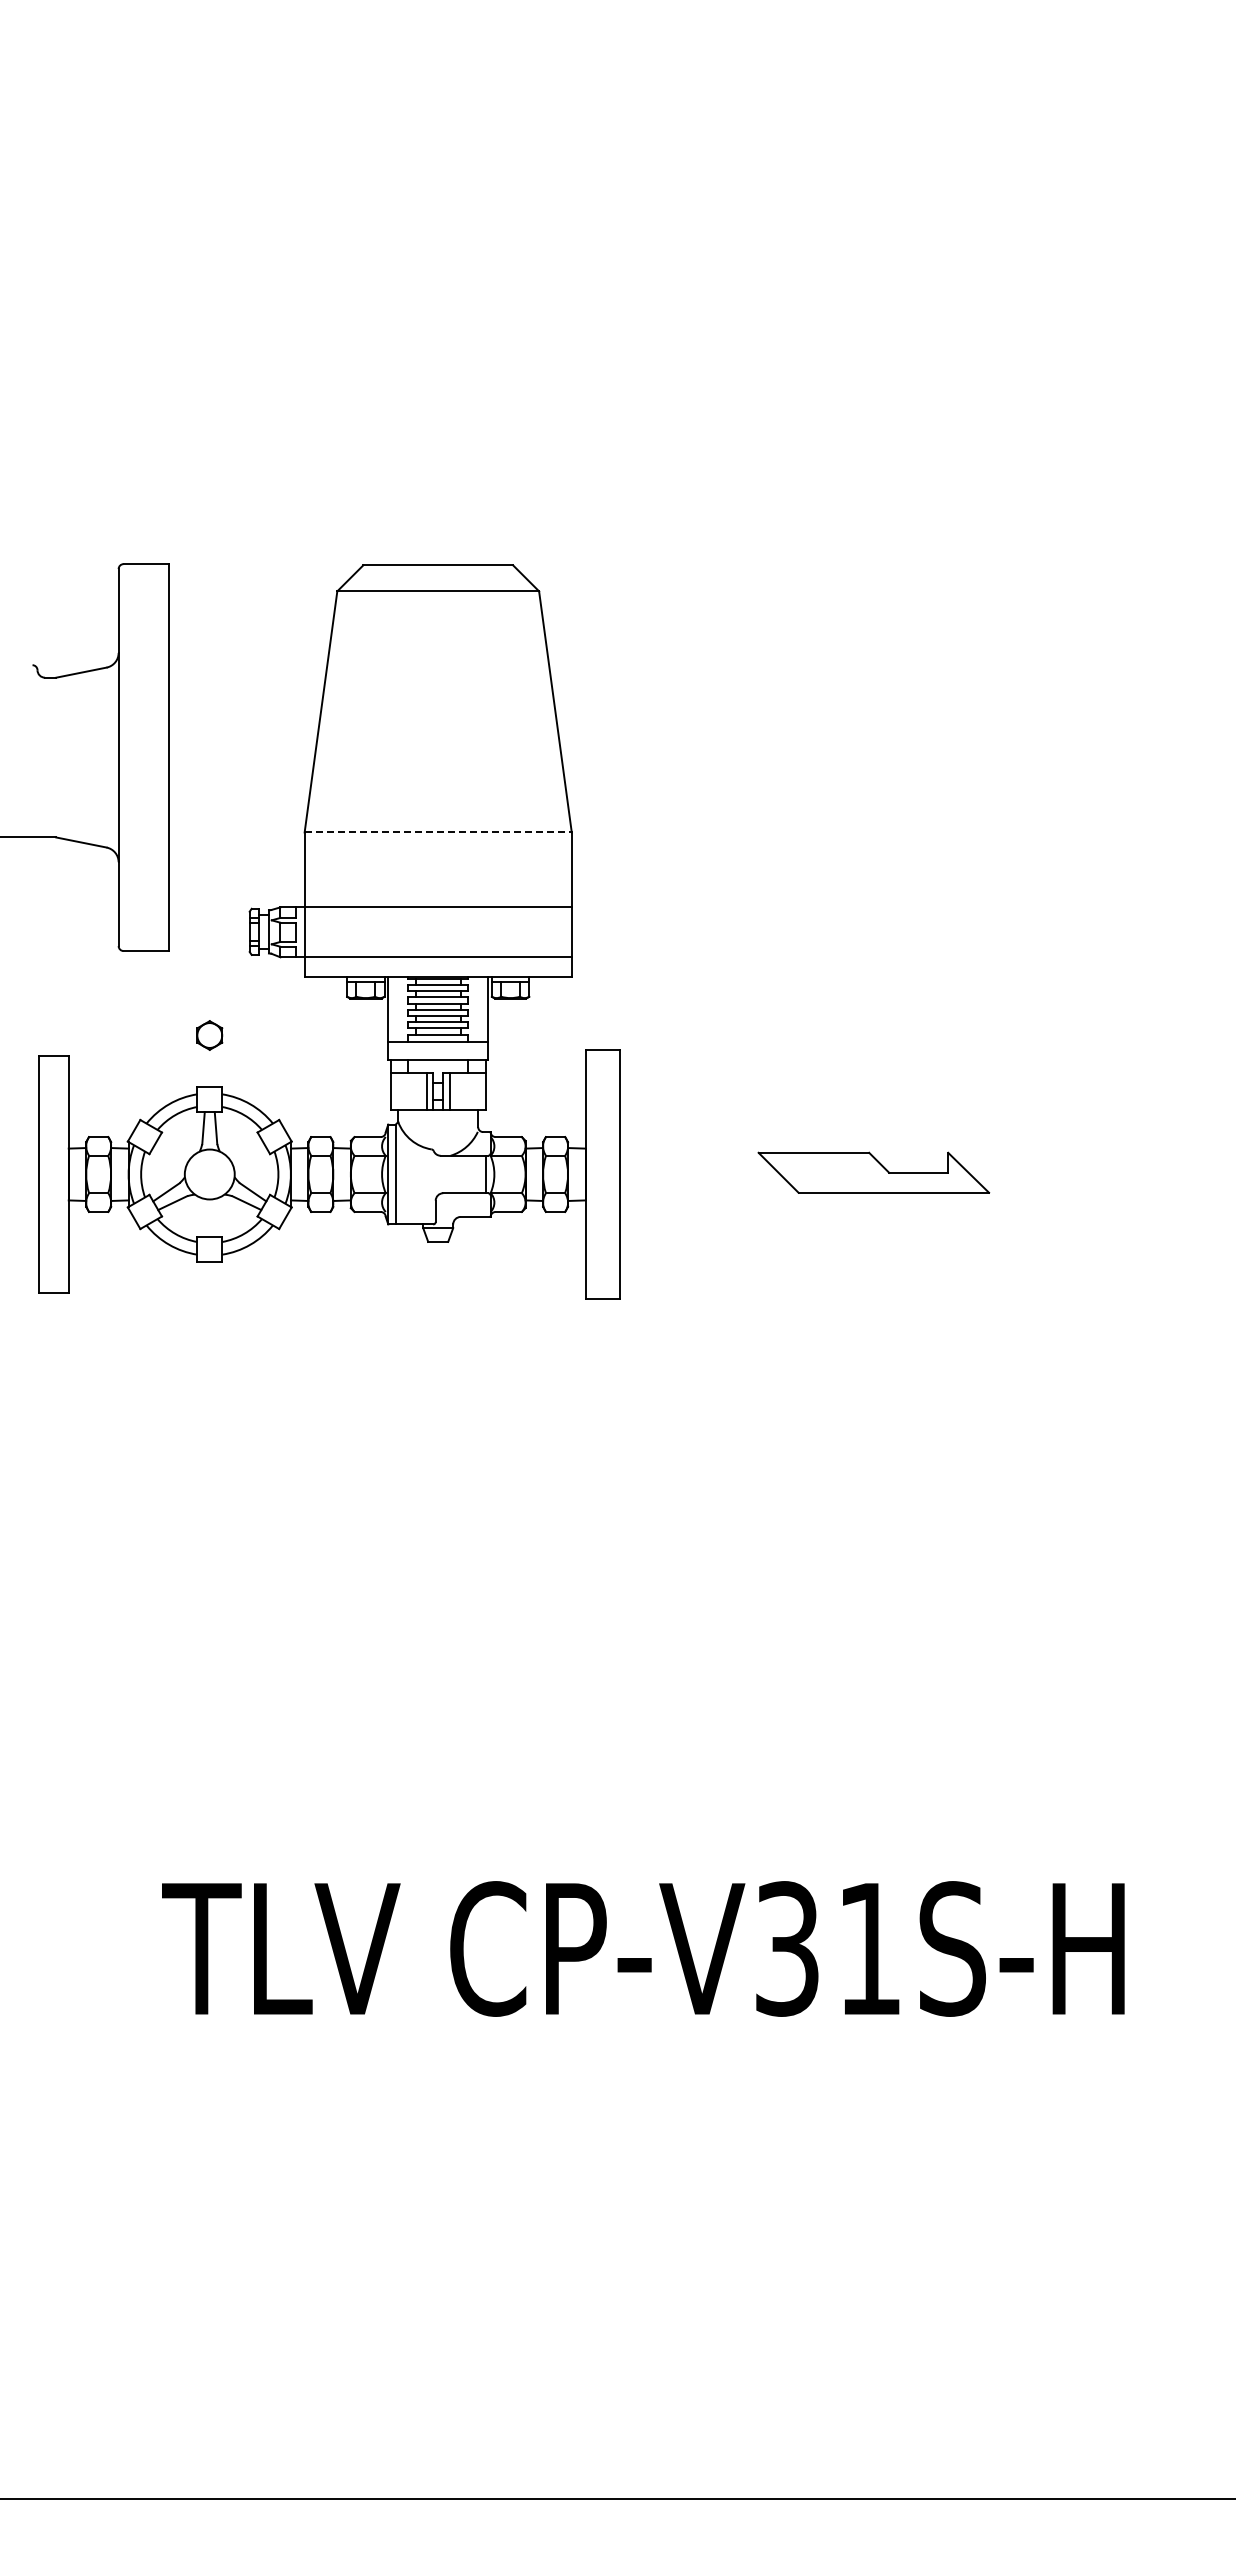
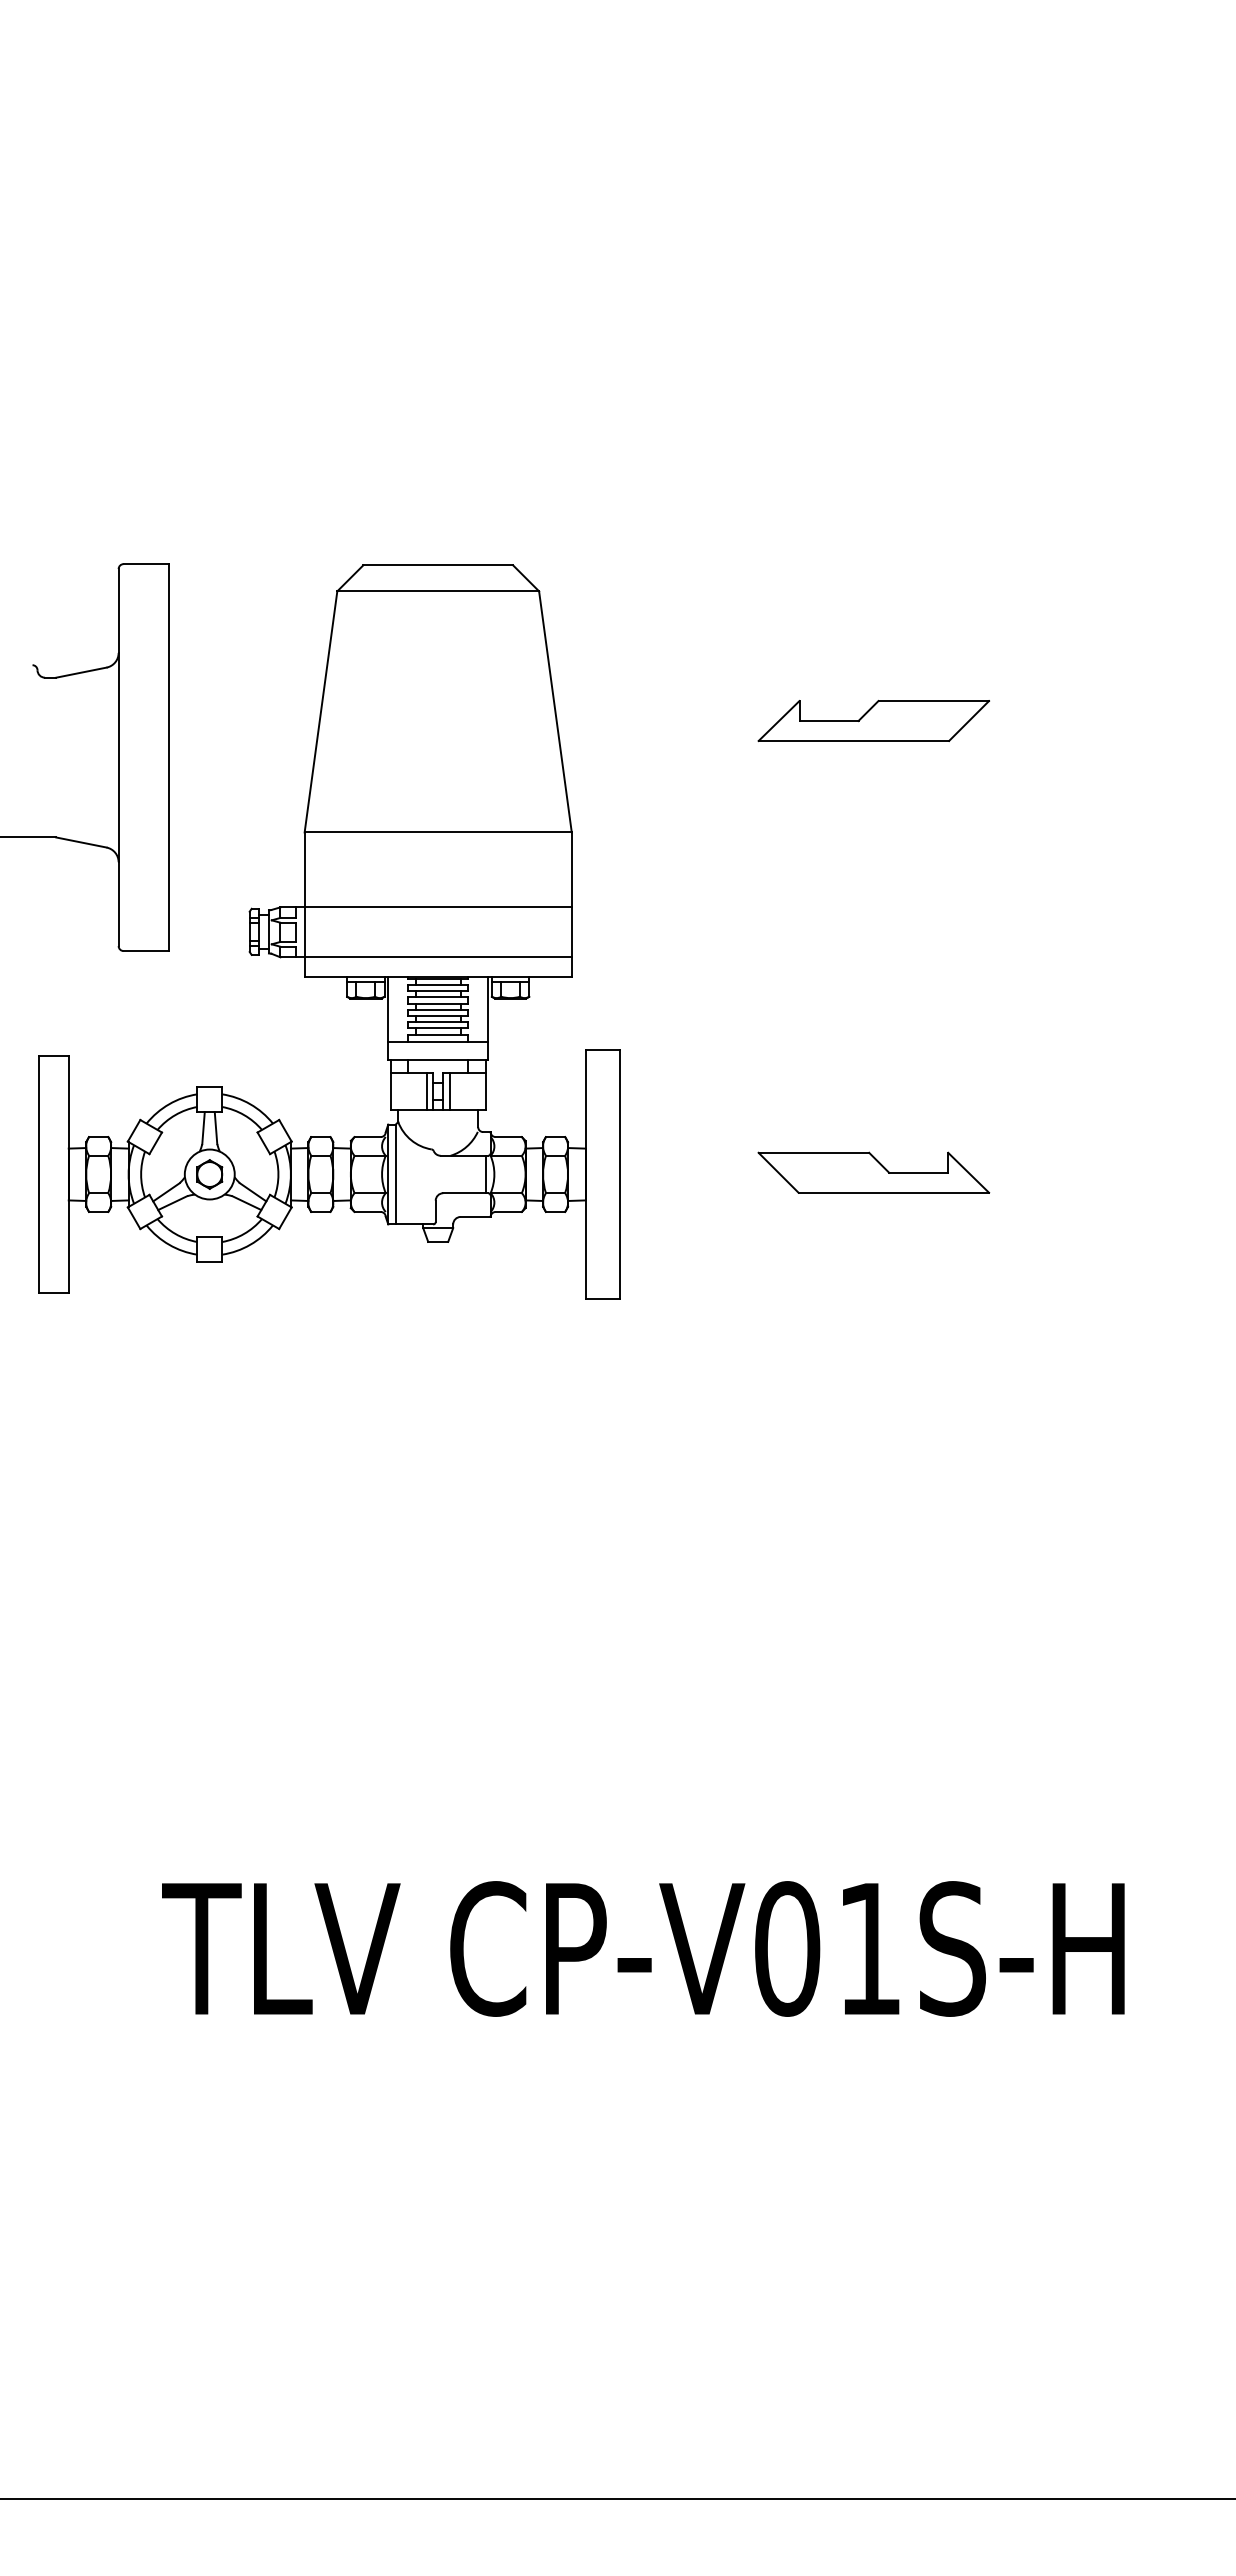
part at (873, 720): none -> present
line at (438, 832): dashed -> solid
part at (209, 1035) position: (209, 1035) -> (209, 1174)
text at (787, 1948): CP-V31S-H -> CP-V01S-H
